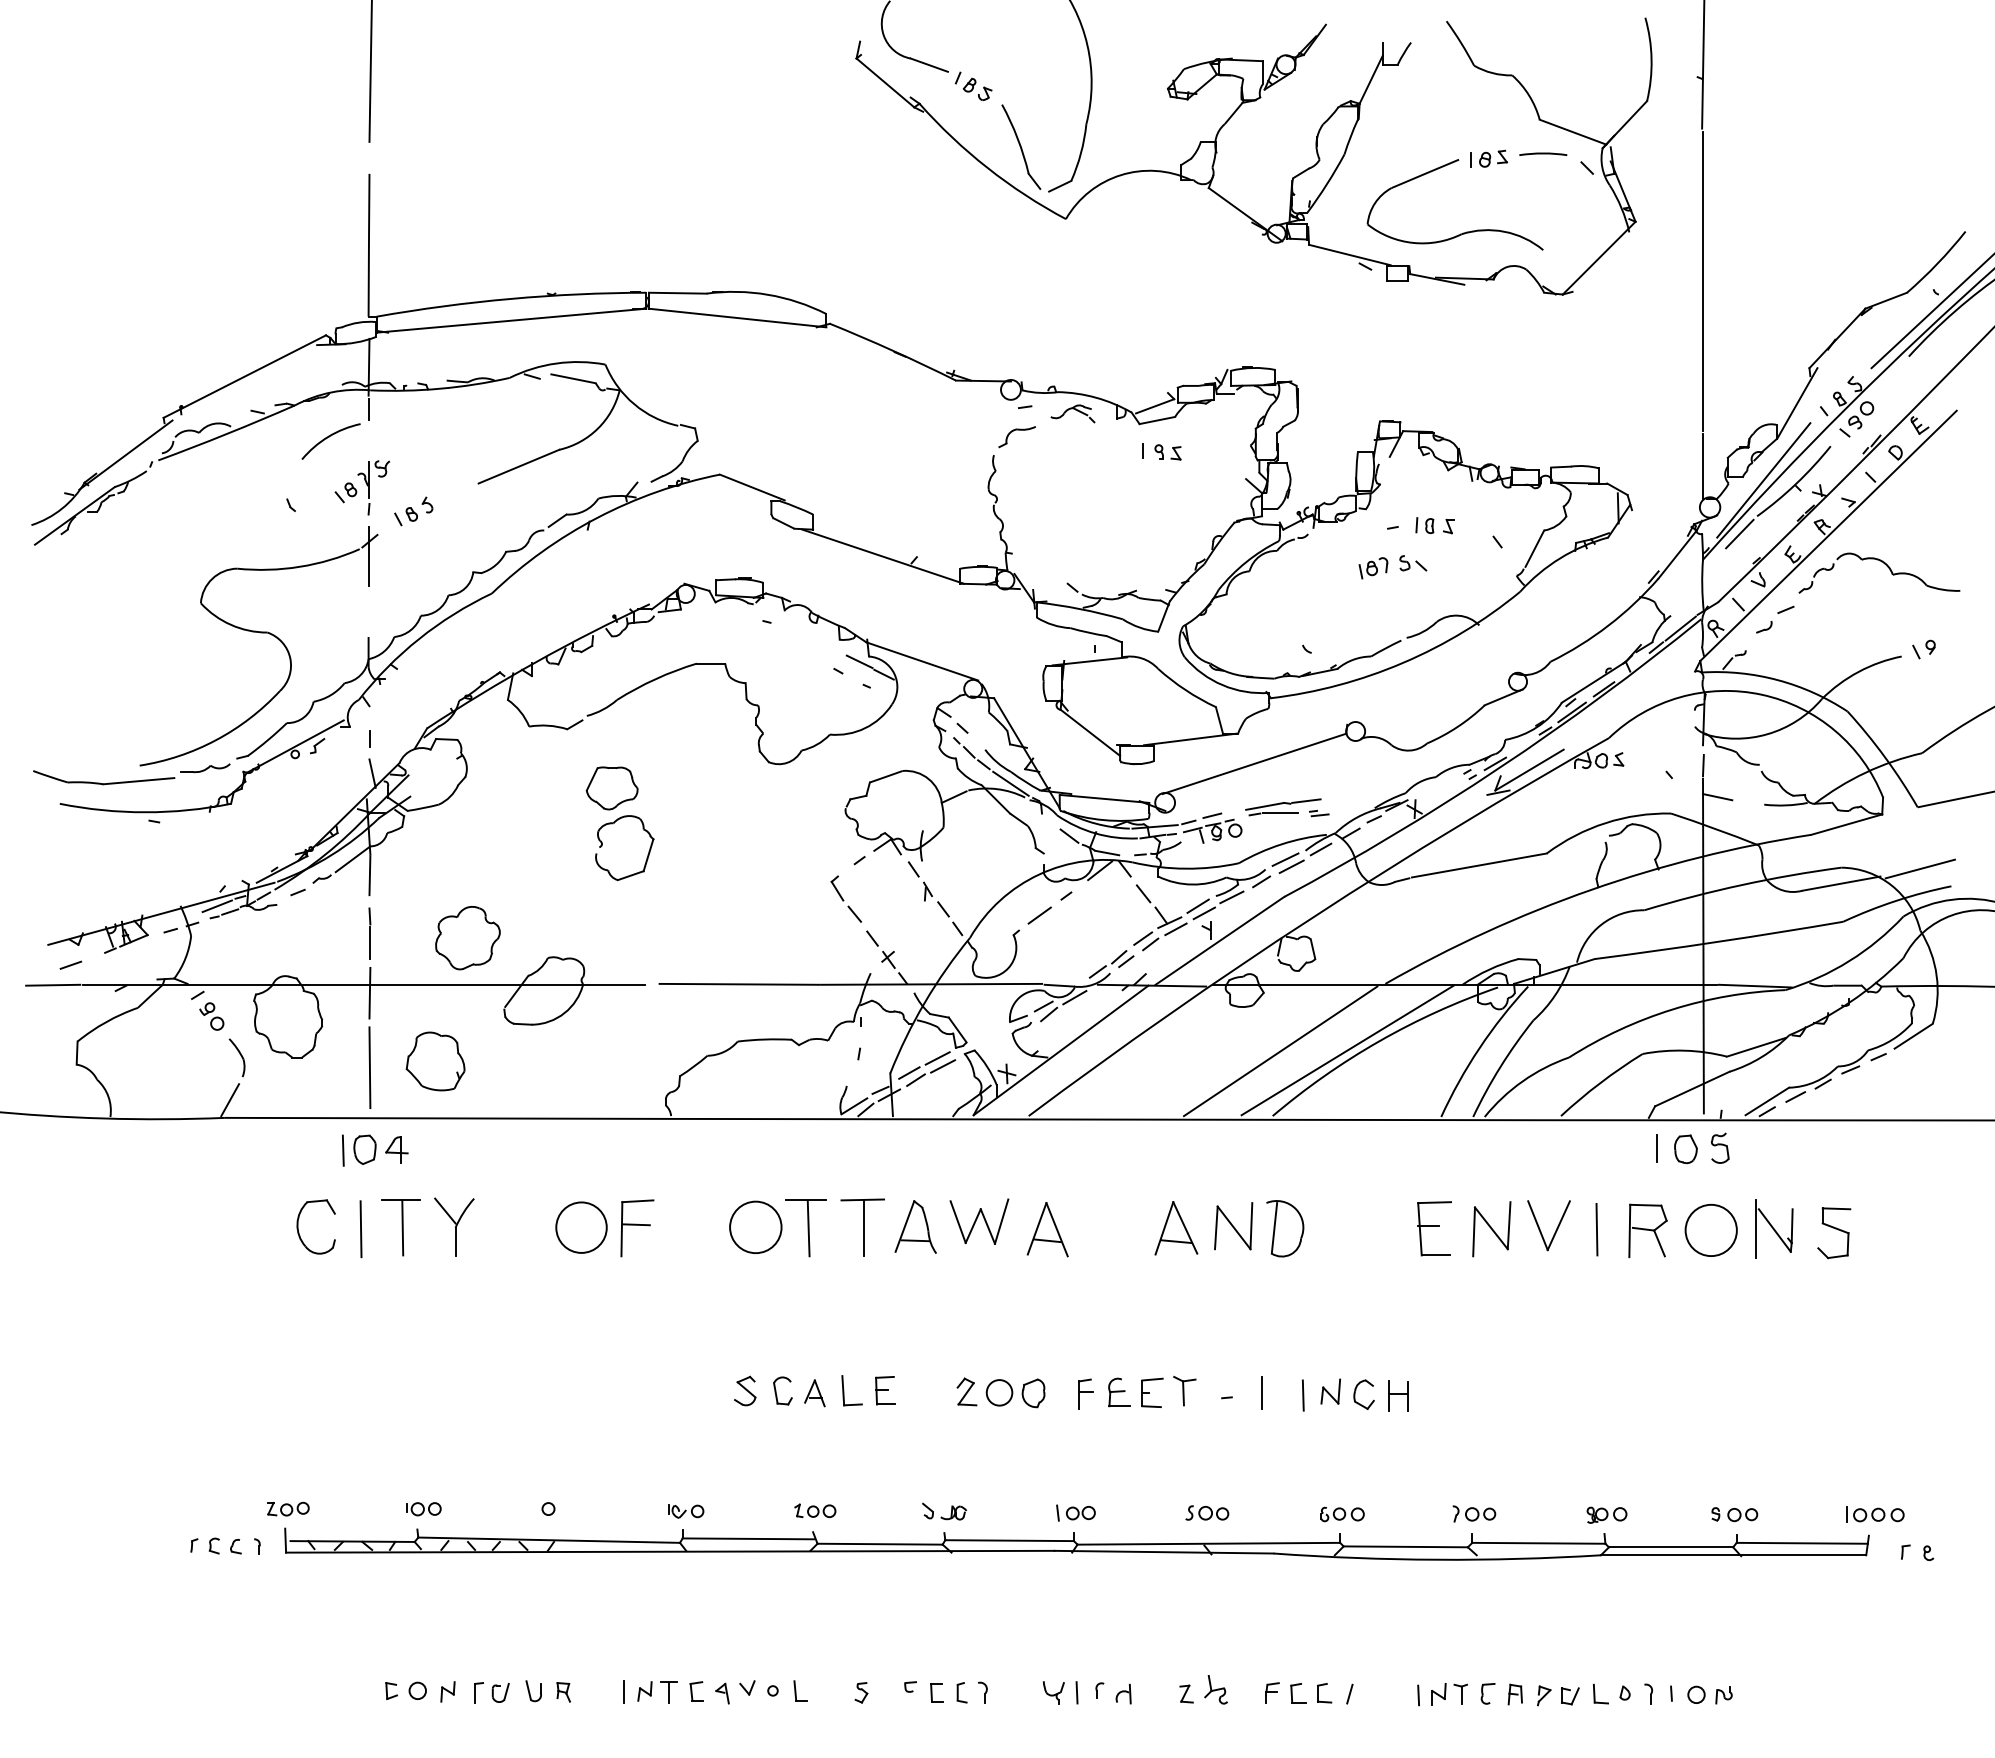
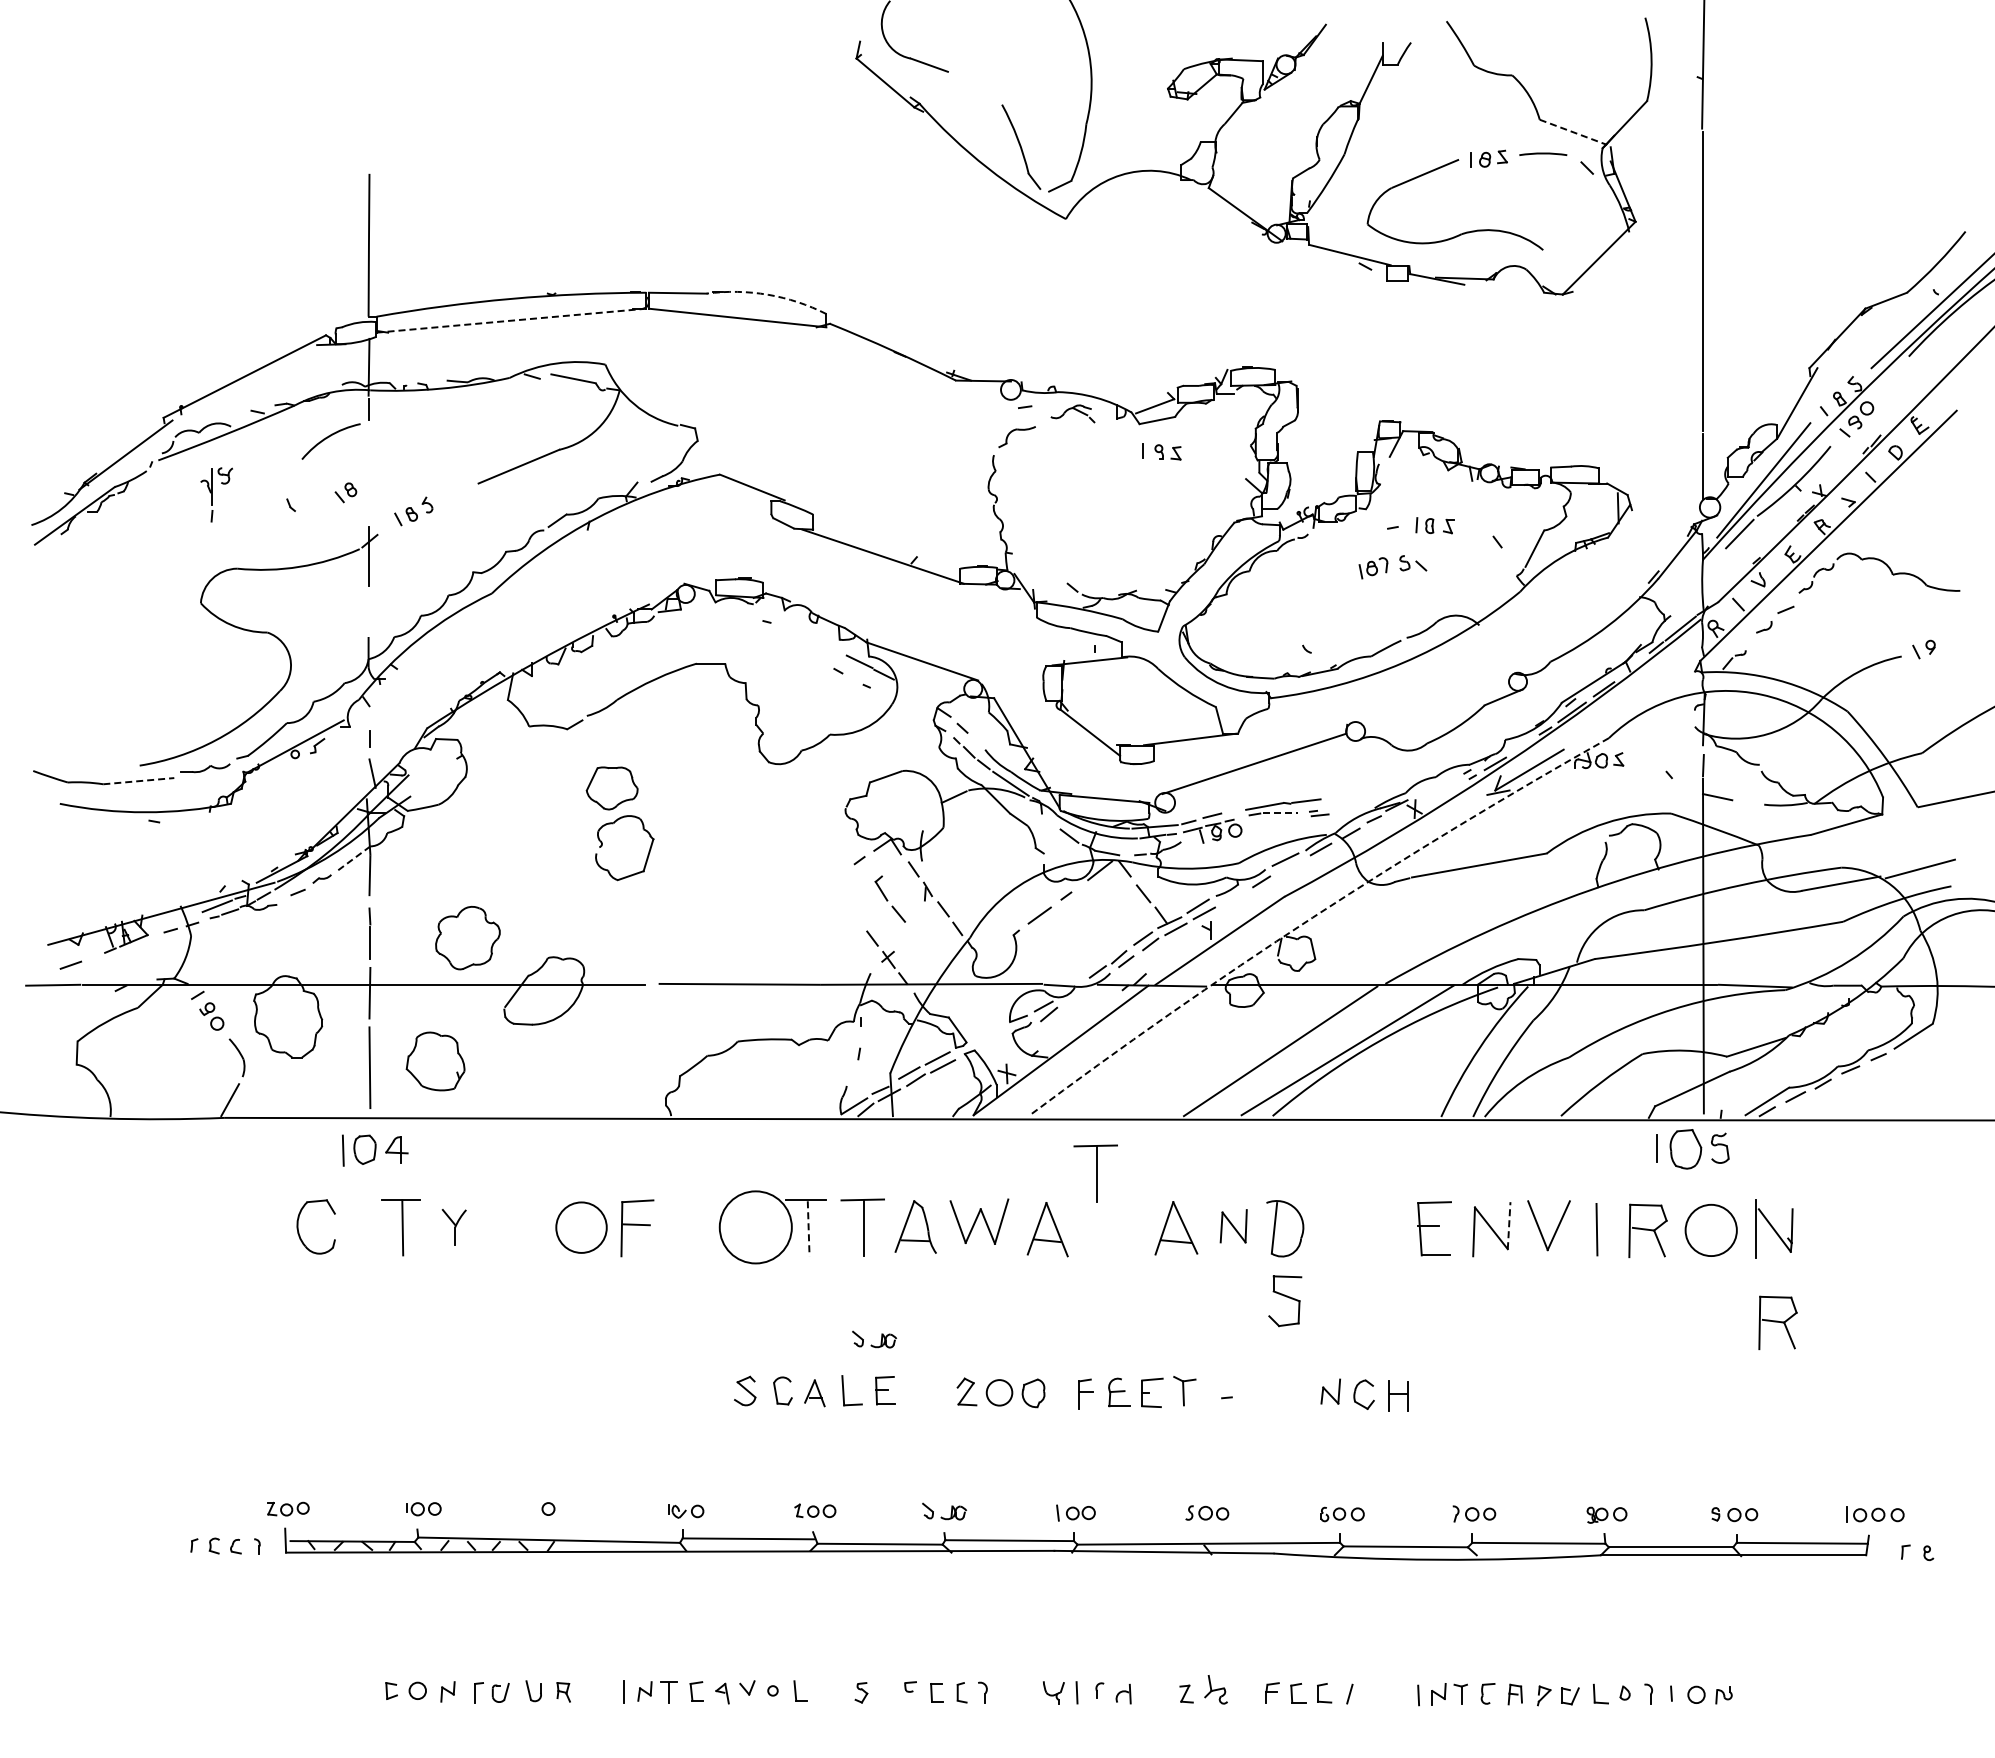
line at (370, 71): present -> none
part at (973, 85): present -> none
line at (1573, 132): solid -> dashed
arc at (768, 294): solid -> dashed
line at (511, 320): solid -> dashed
part at (373, 487) position: (373, 487) -> (216, 494)
line at (138, 781): solid -> dashed
line at (1280, 812): solid -> dashed
line at (353, 859): solid -> dashed
line at (1291, 866): present -> none
line at (1231, 897): present -> none
part at (845, 898) position: (845, 898) -> (889, 898)
arc at (1312, 917): solid -> dashed
line at (1074, 997): present -> none
part at (1685, 1149) size: 24x31 px -> 34x41 px
part at (1095, 1173): none -> present
line at (1509, 1225): solid -> dashed
part at (454, 1226) size: 41x60 px -> 26x37 px
part at (1233, 1226) size: 40x49 px -> 29x35 px
circle at (755, 1227) diameter: 51 px -> 72 px
line at (808, 1228): solid -> dashed
line at (360, 1229): present -> none
part at (1834, 1233) position: (1834, 1233) -> (1285, 1301)
part at (1777, 1322): none -> present
part at (874, 1339): none -> present
line at (1262, 1392): present -> none
line at (1302, 1395): present -> none
